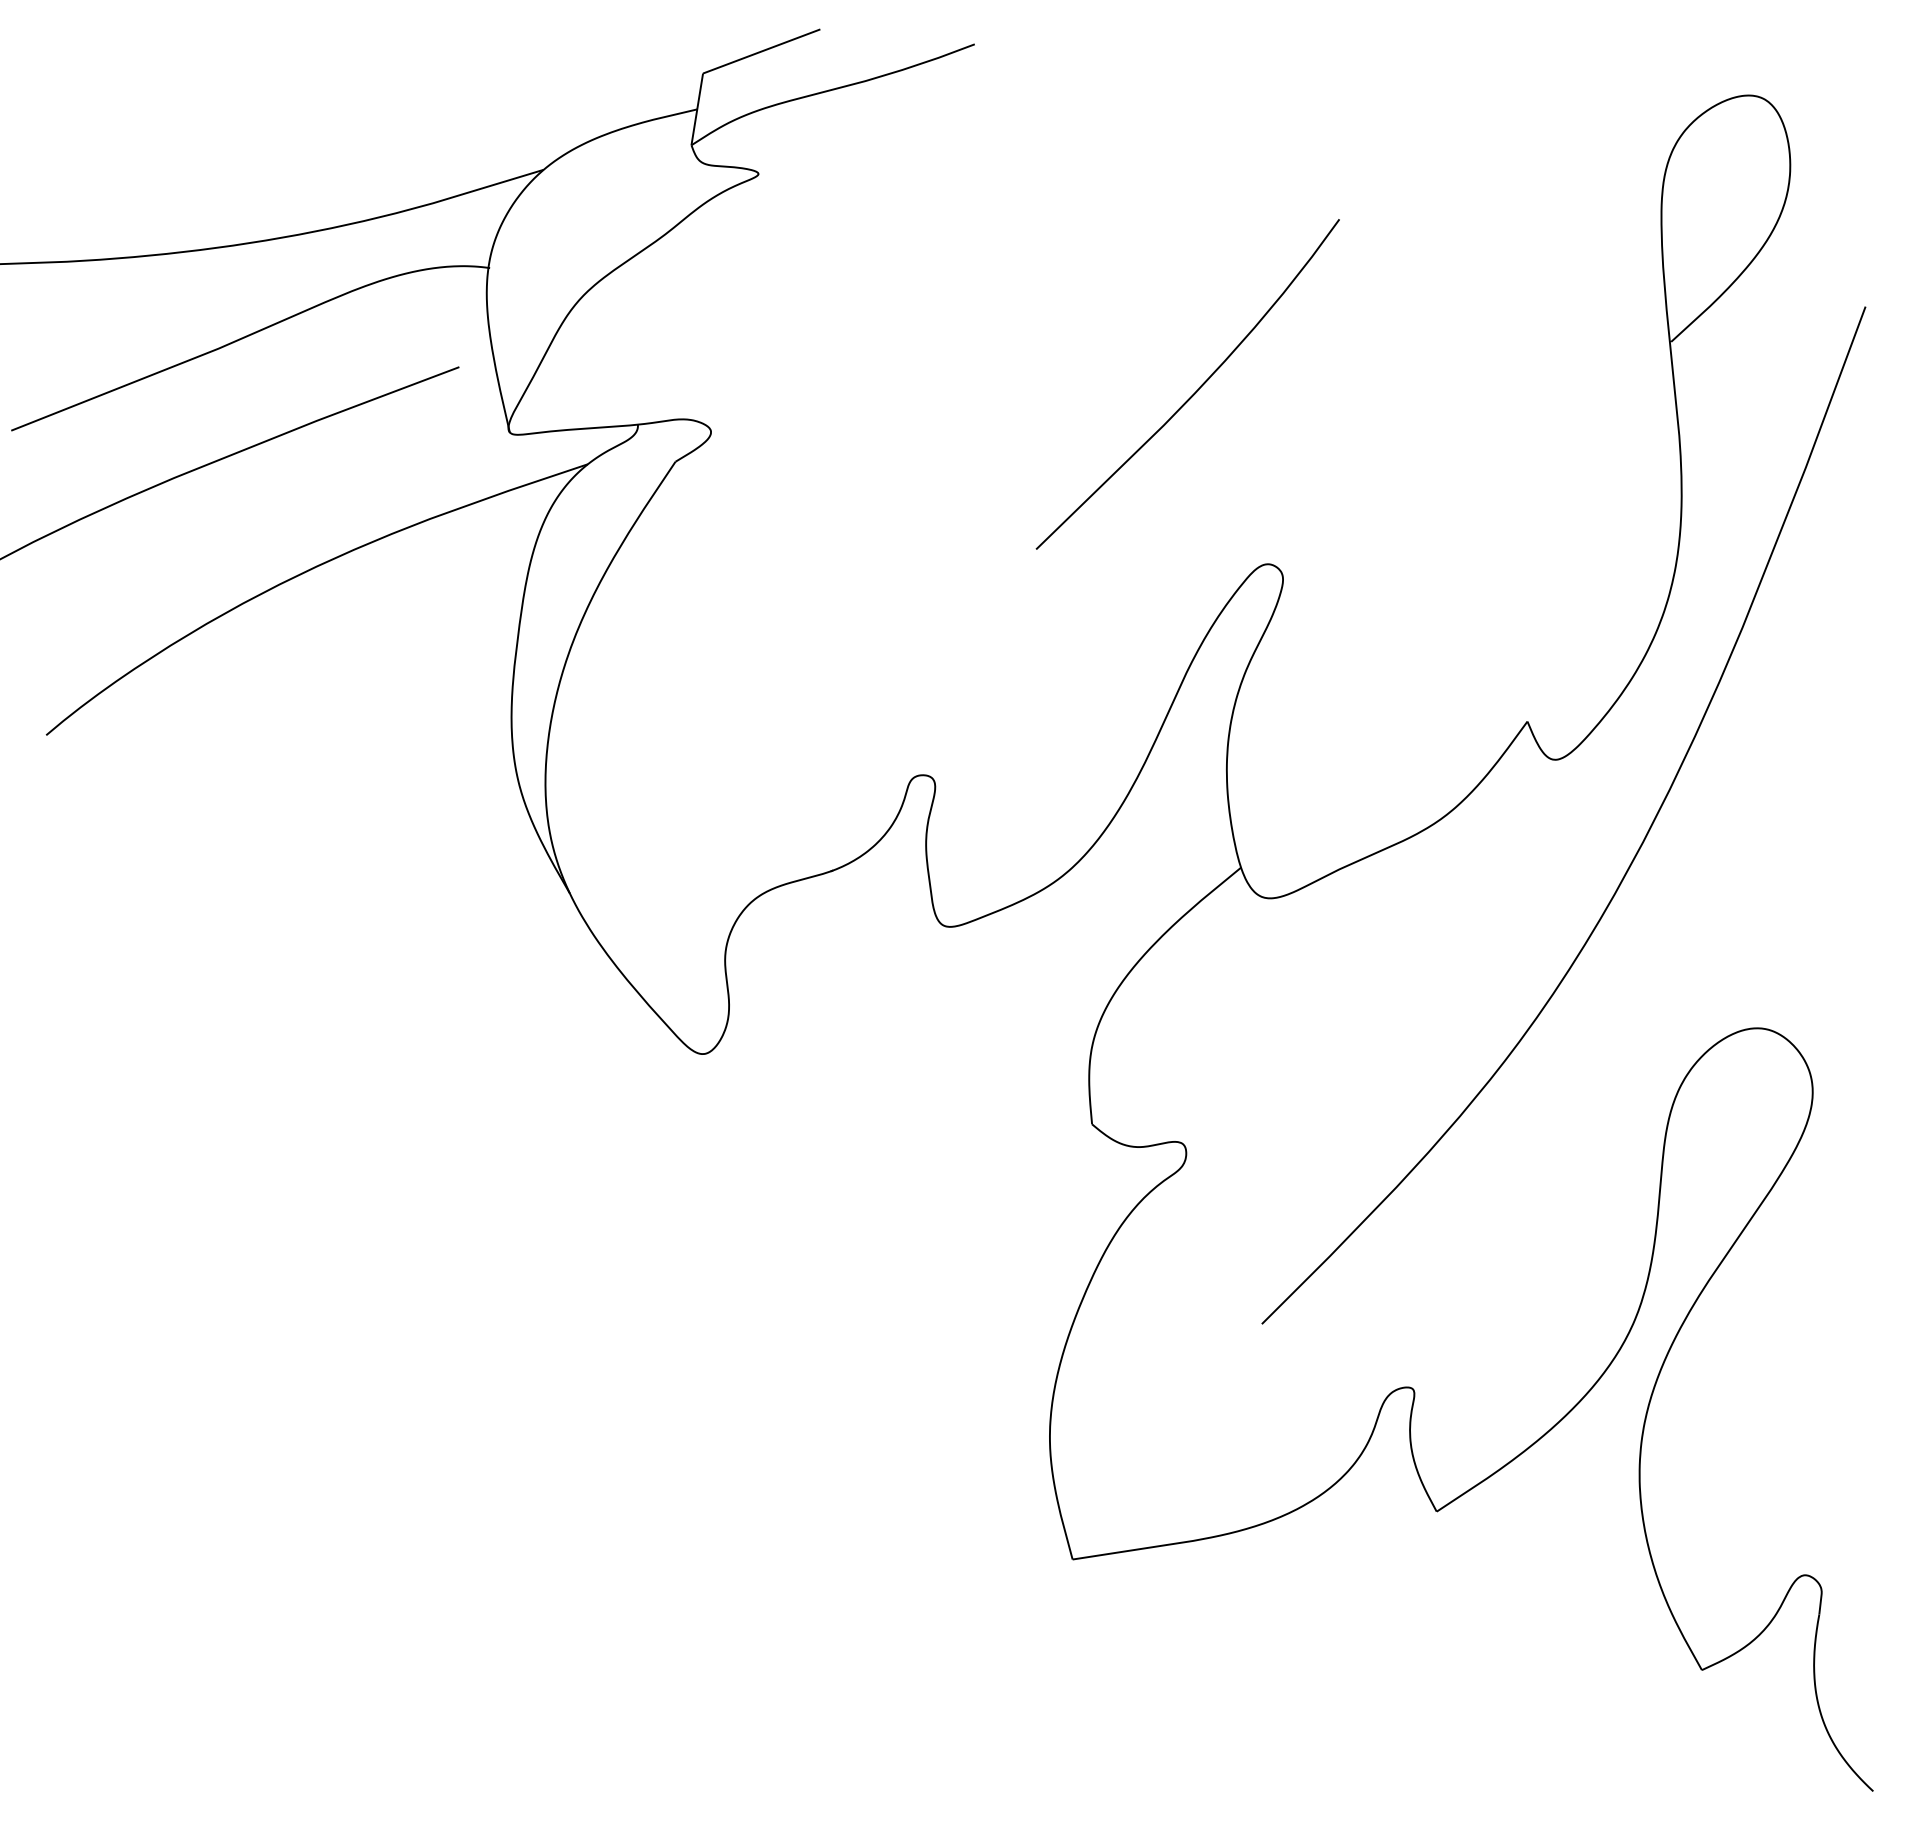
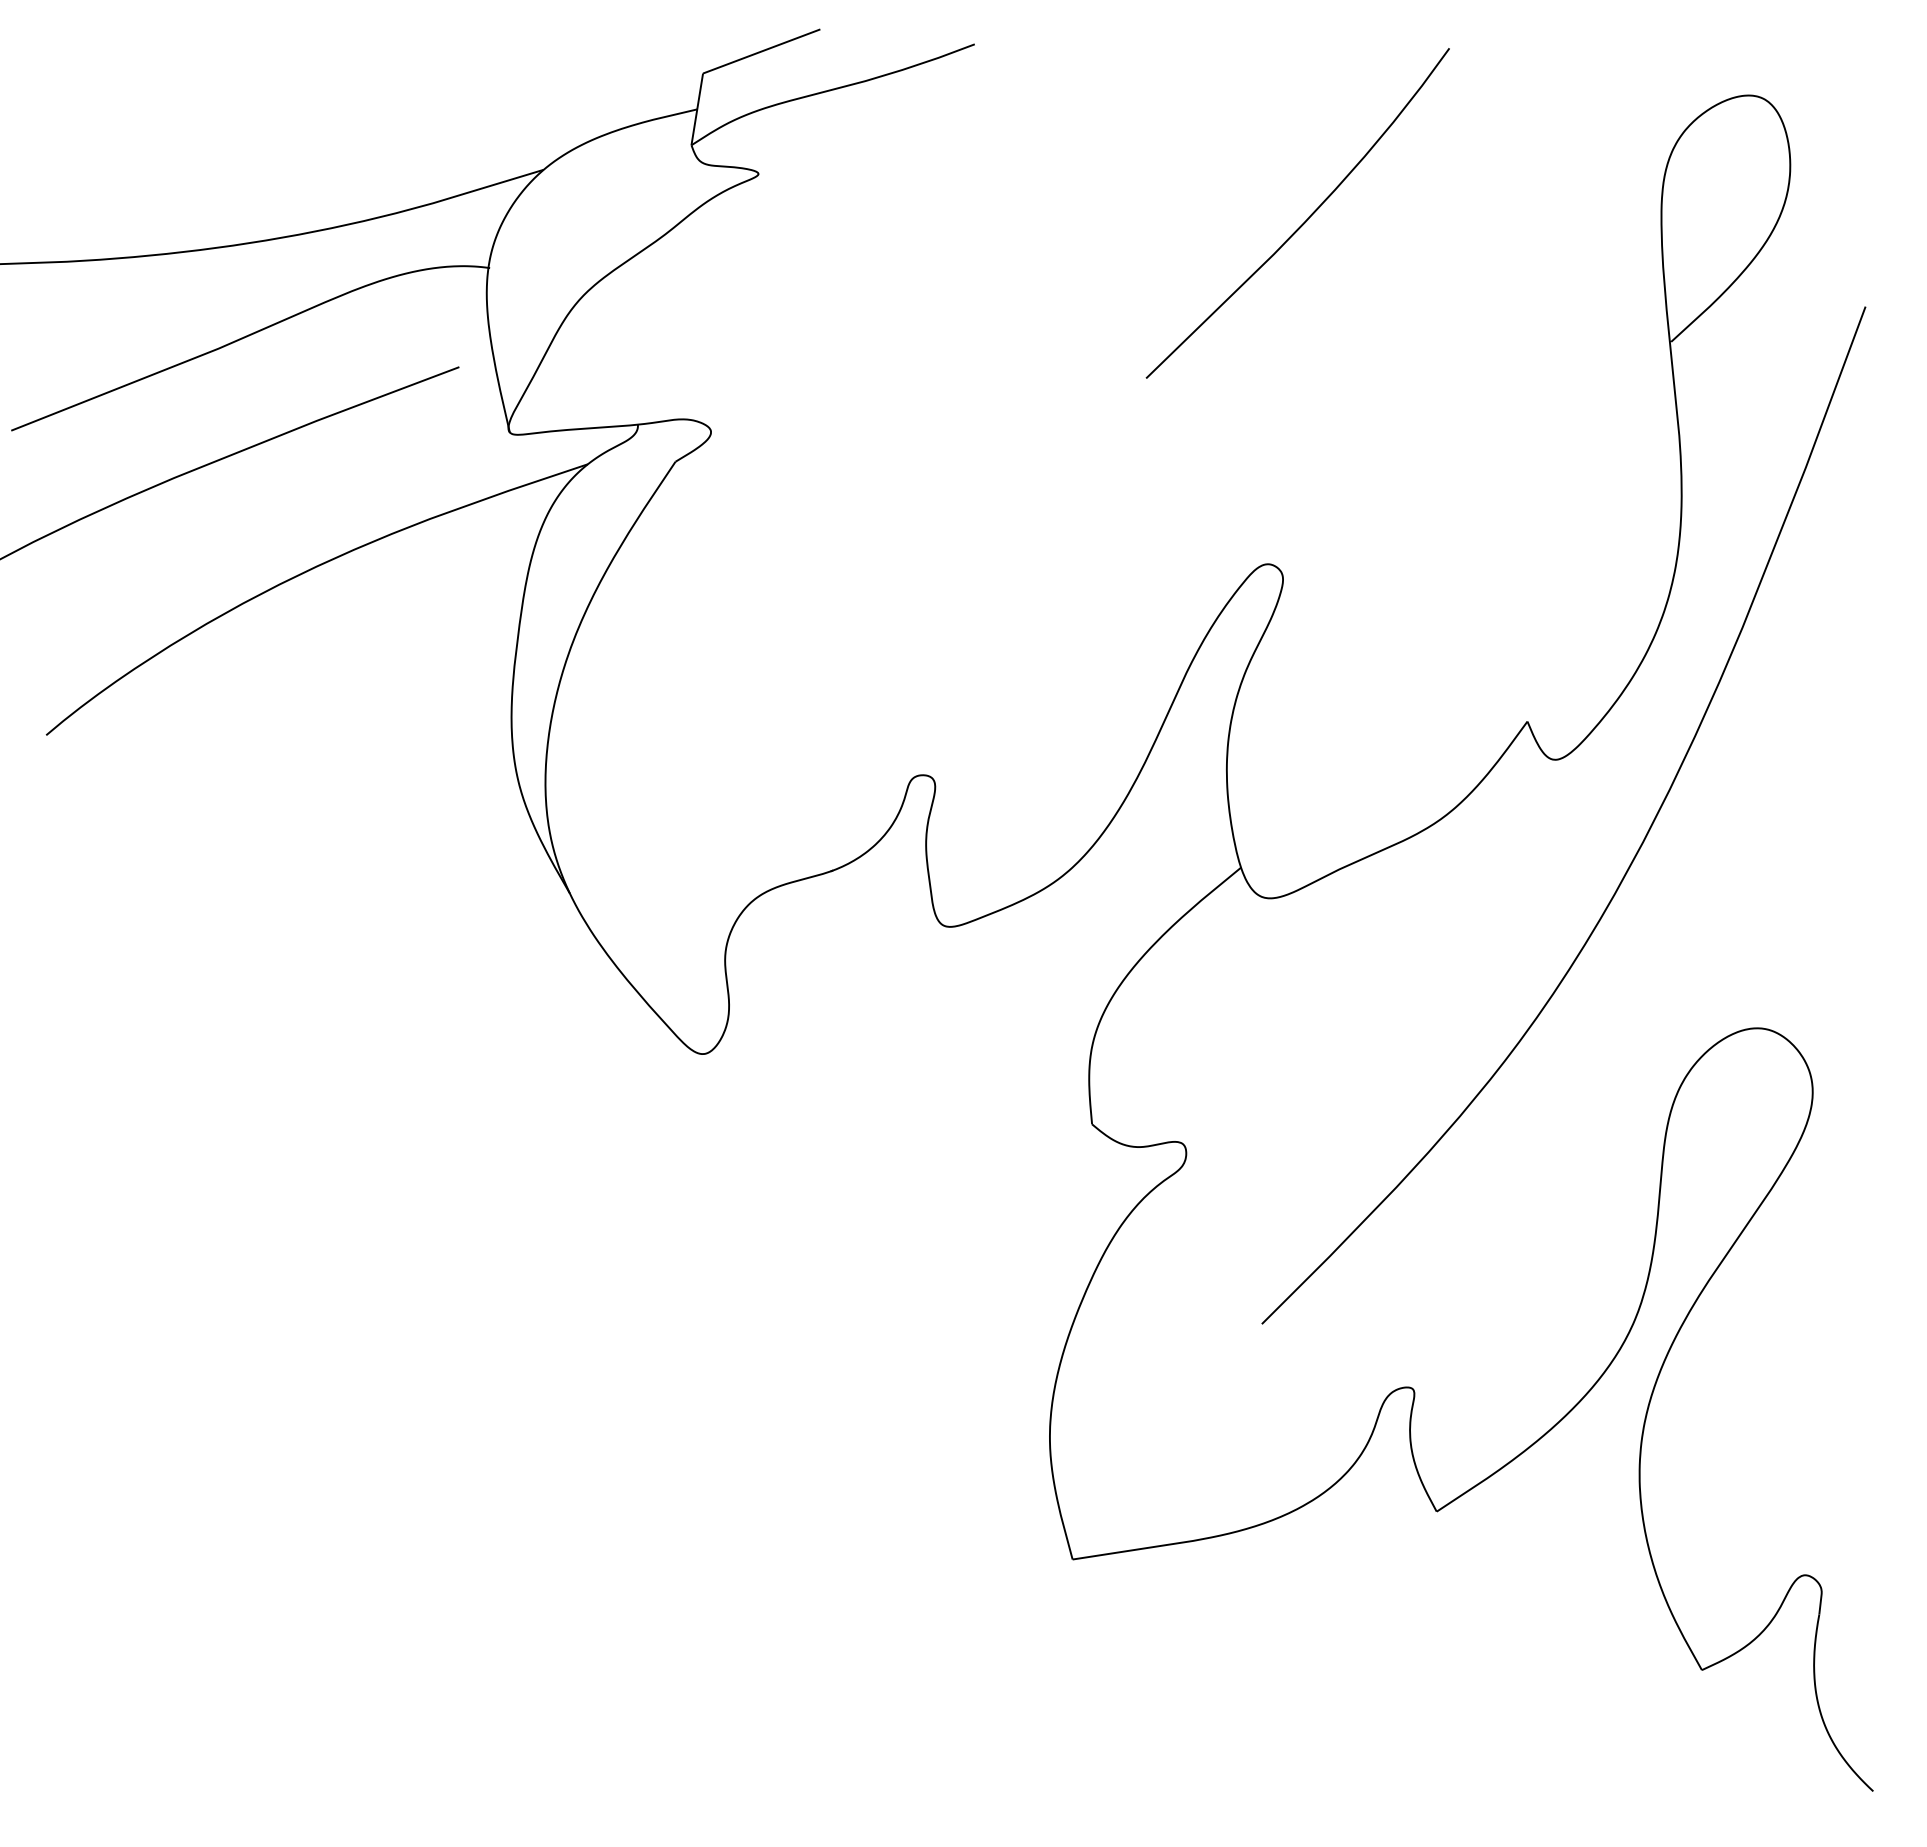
curve at (1195, 391) position: (1195, 391) -> (1305, 220)
